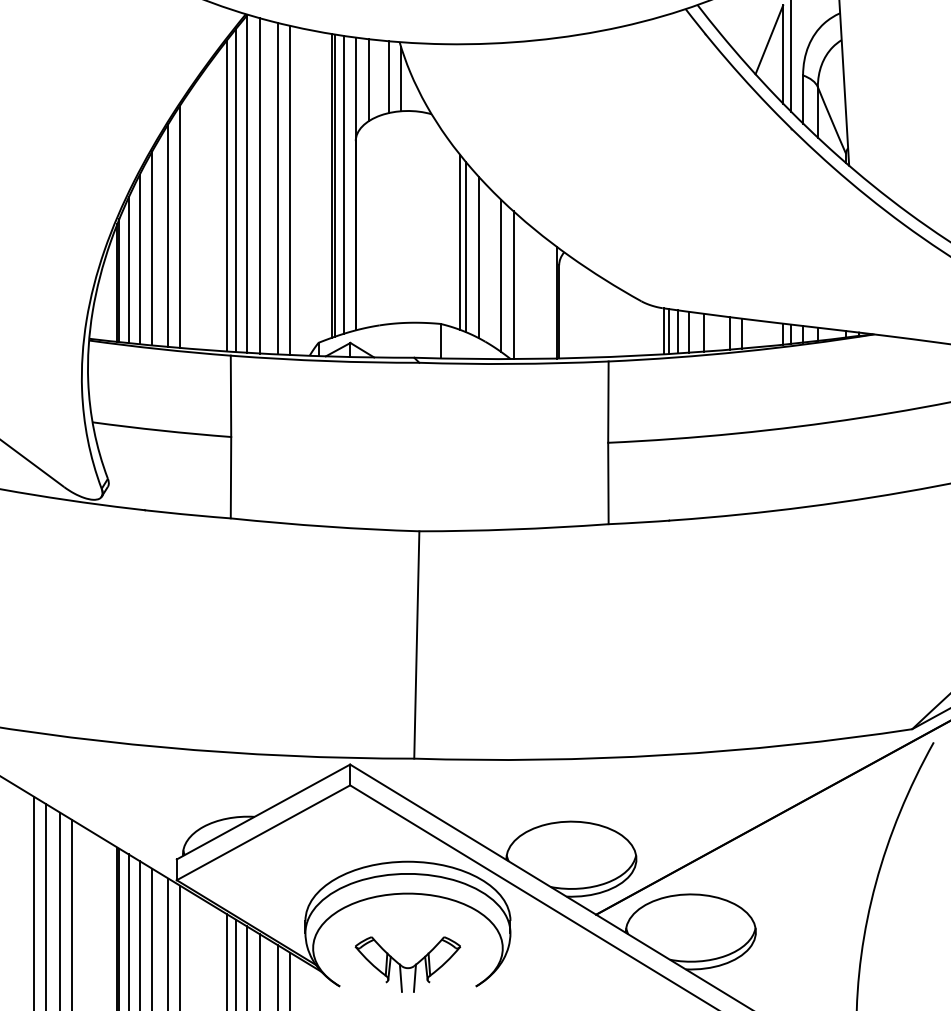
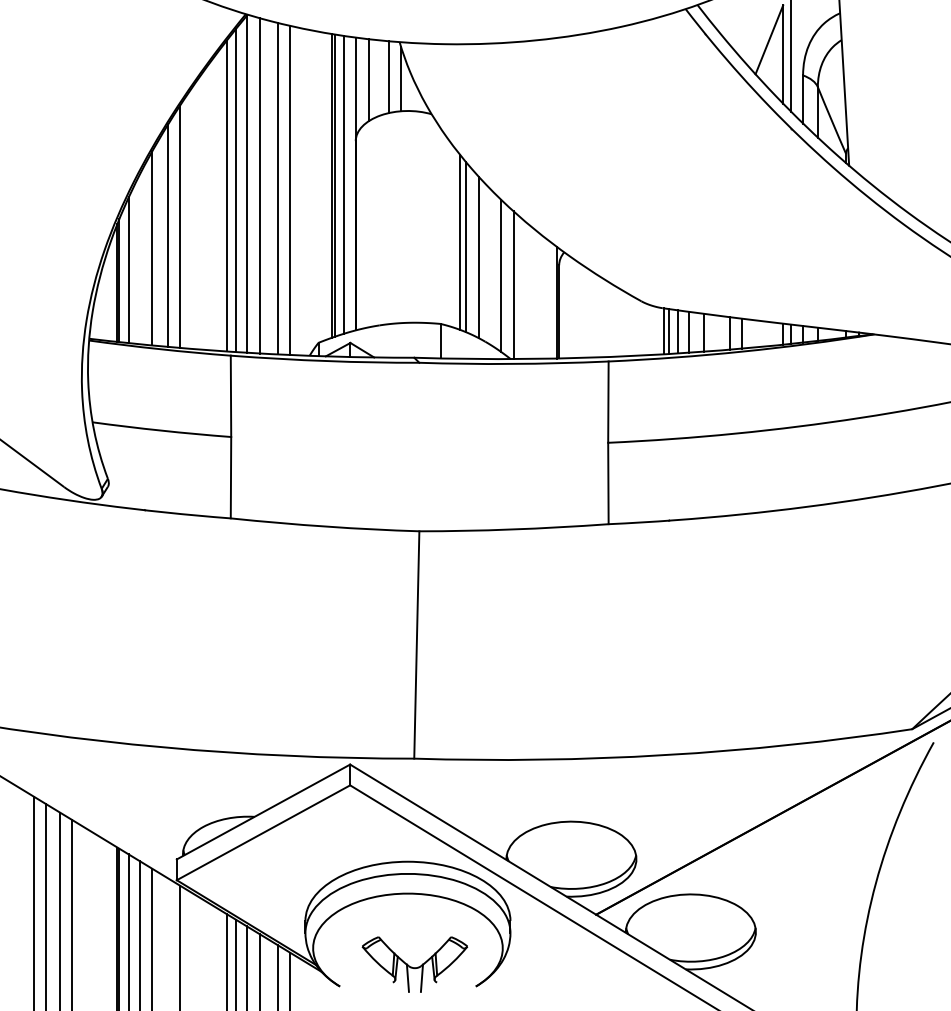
line at (139, 259): present -> none
line at (168, 942): present -> none
part at (407, 964) position: (407, 964) -> (414, 964)
